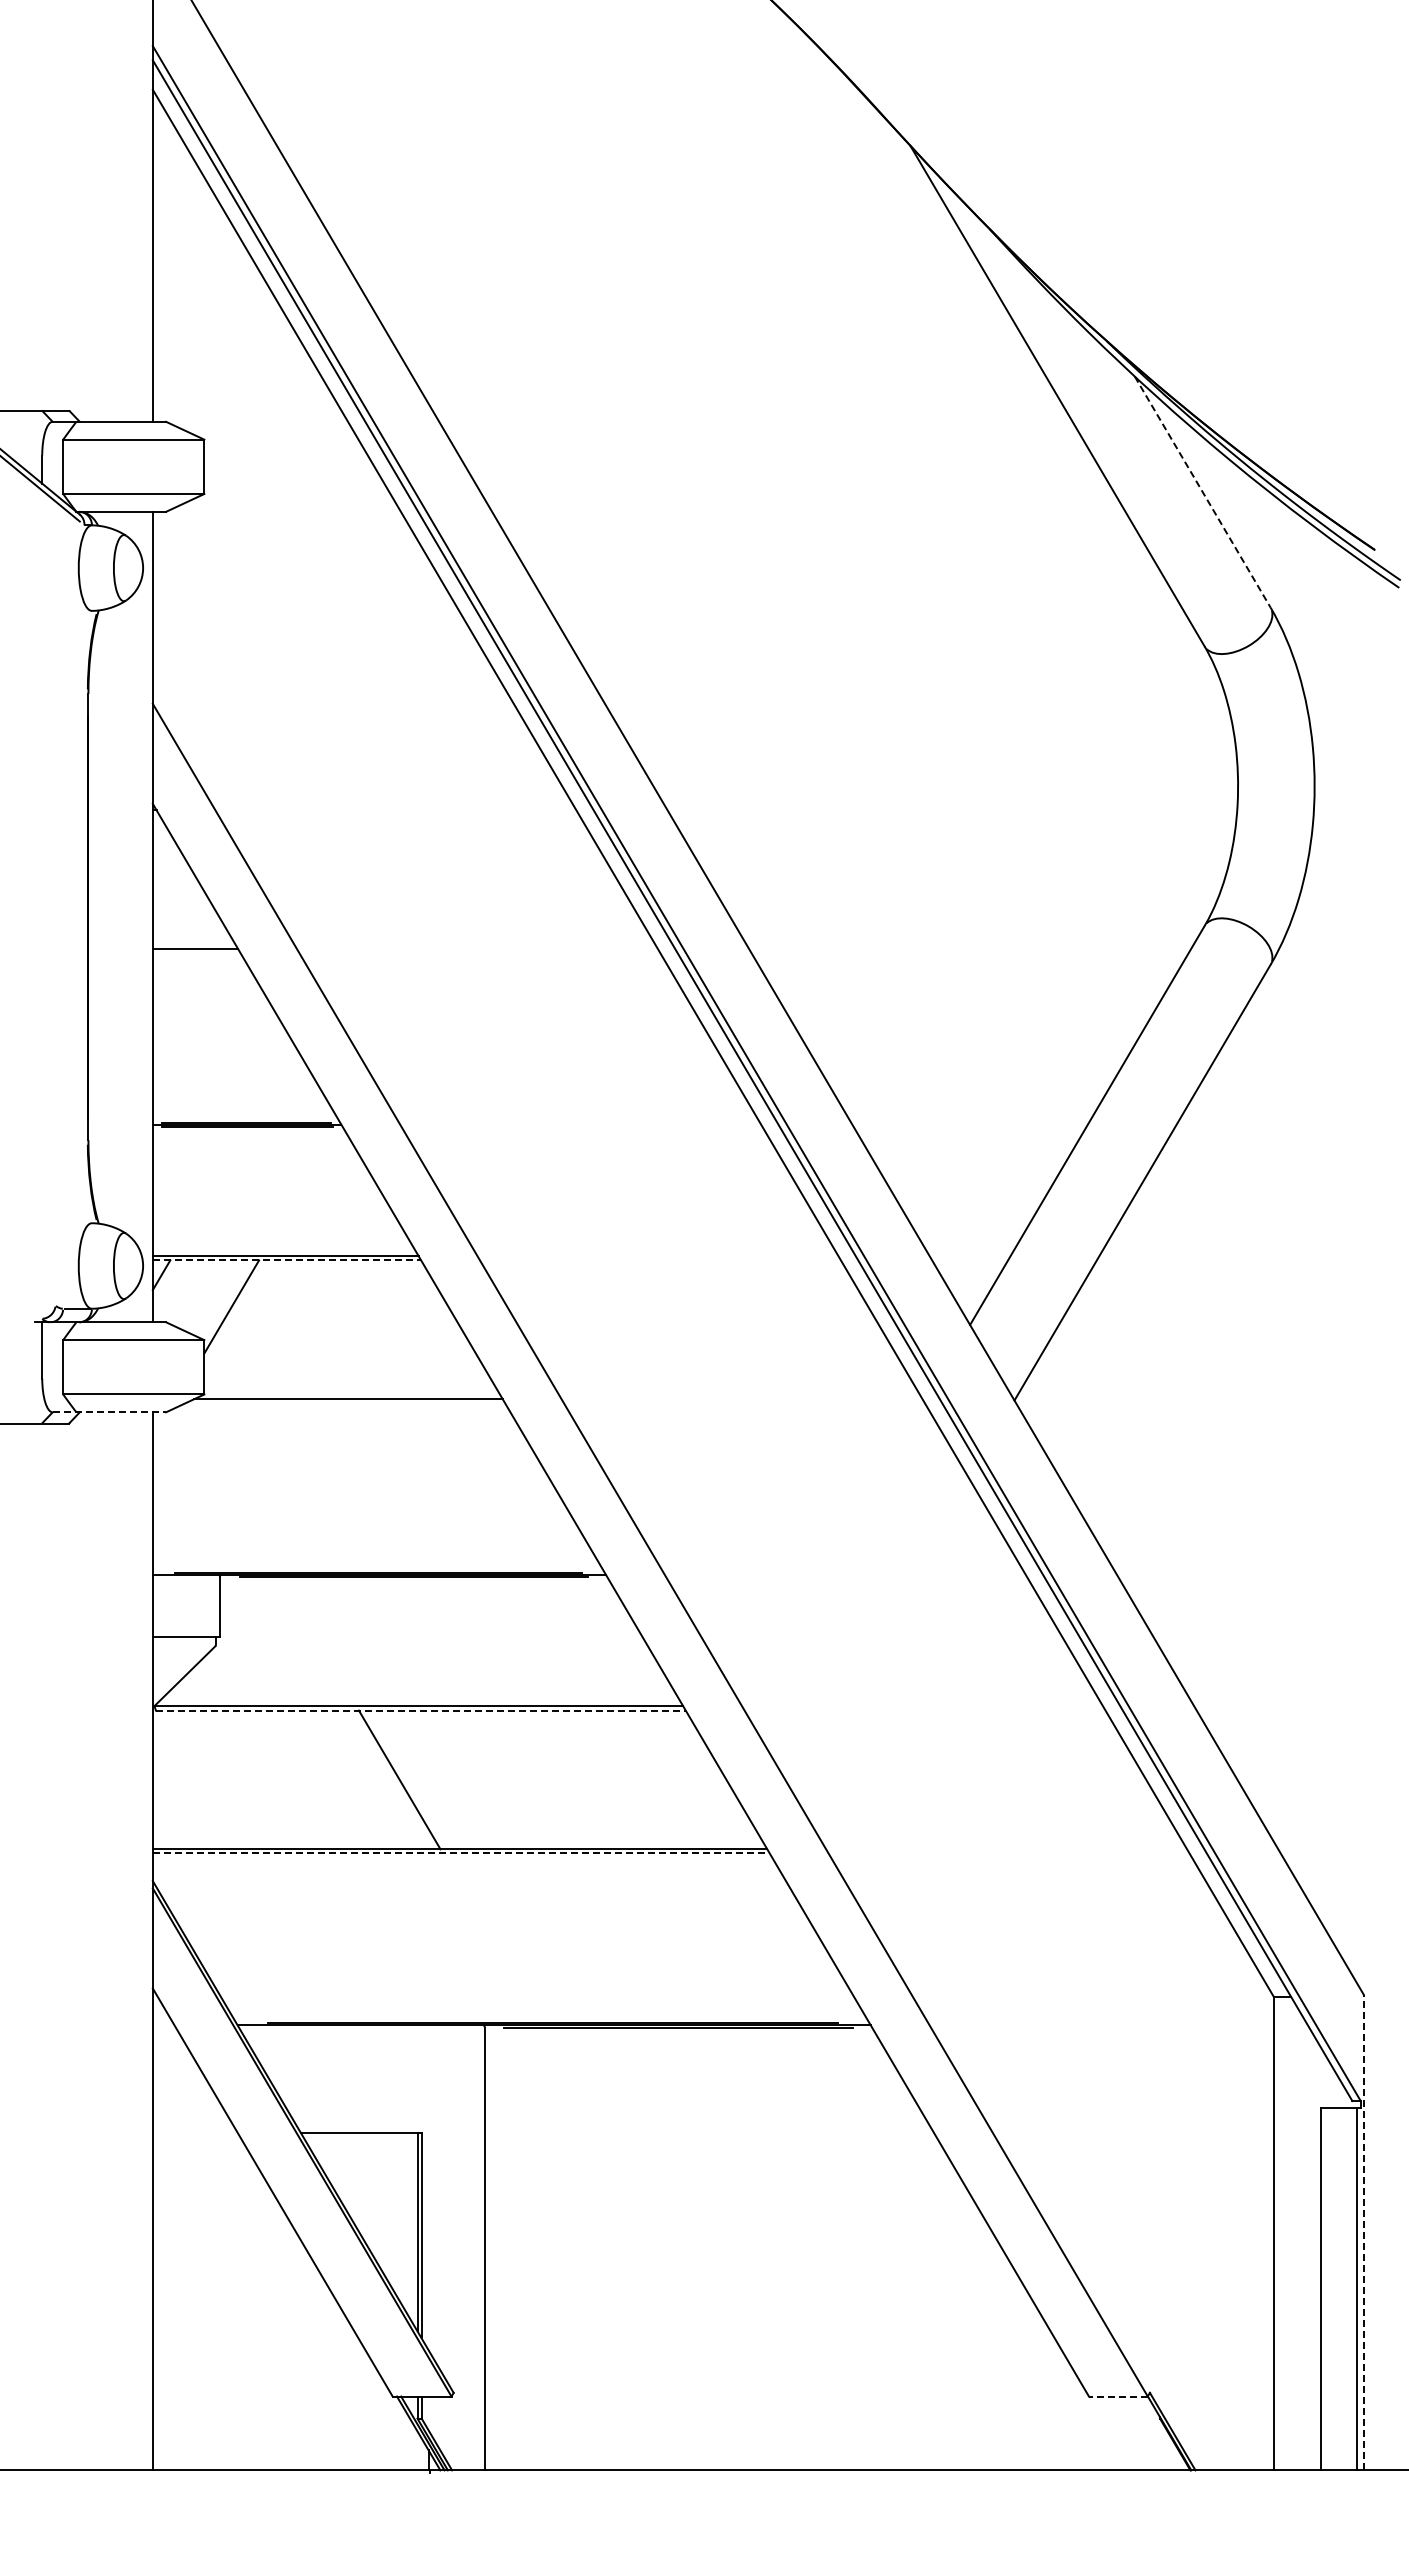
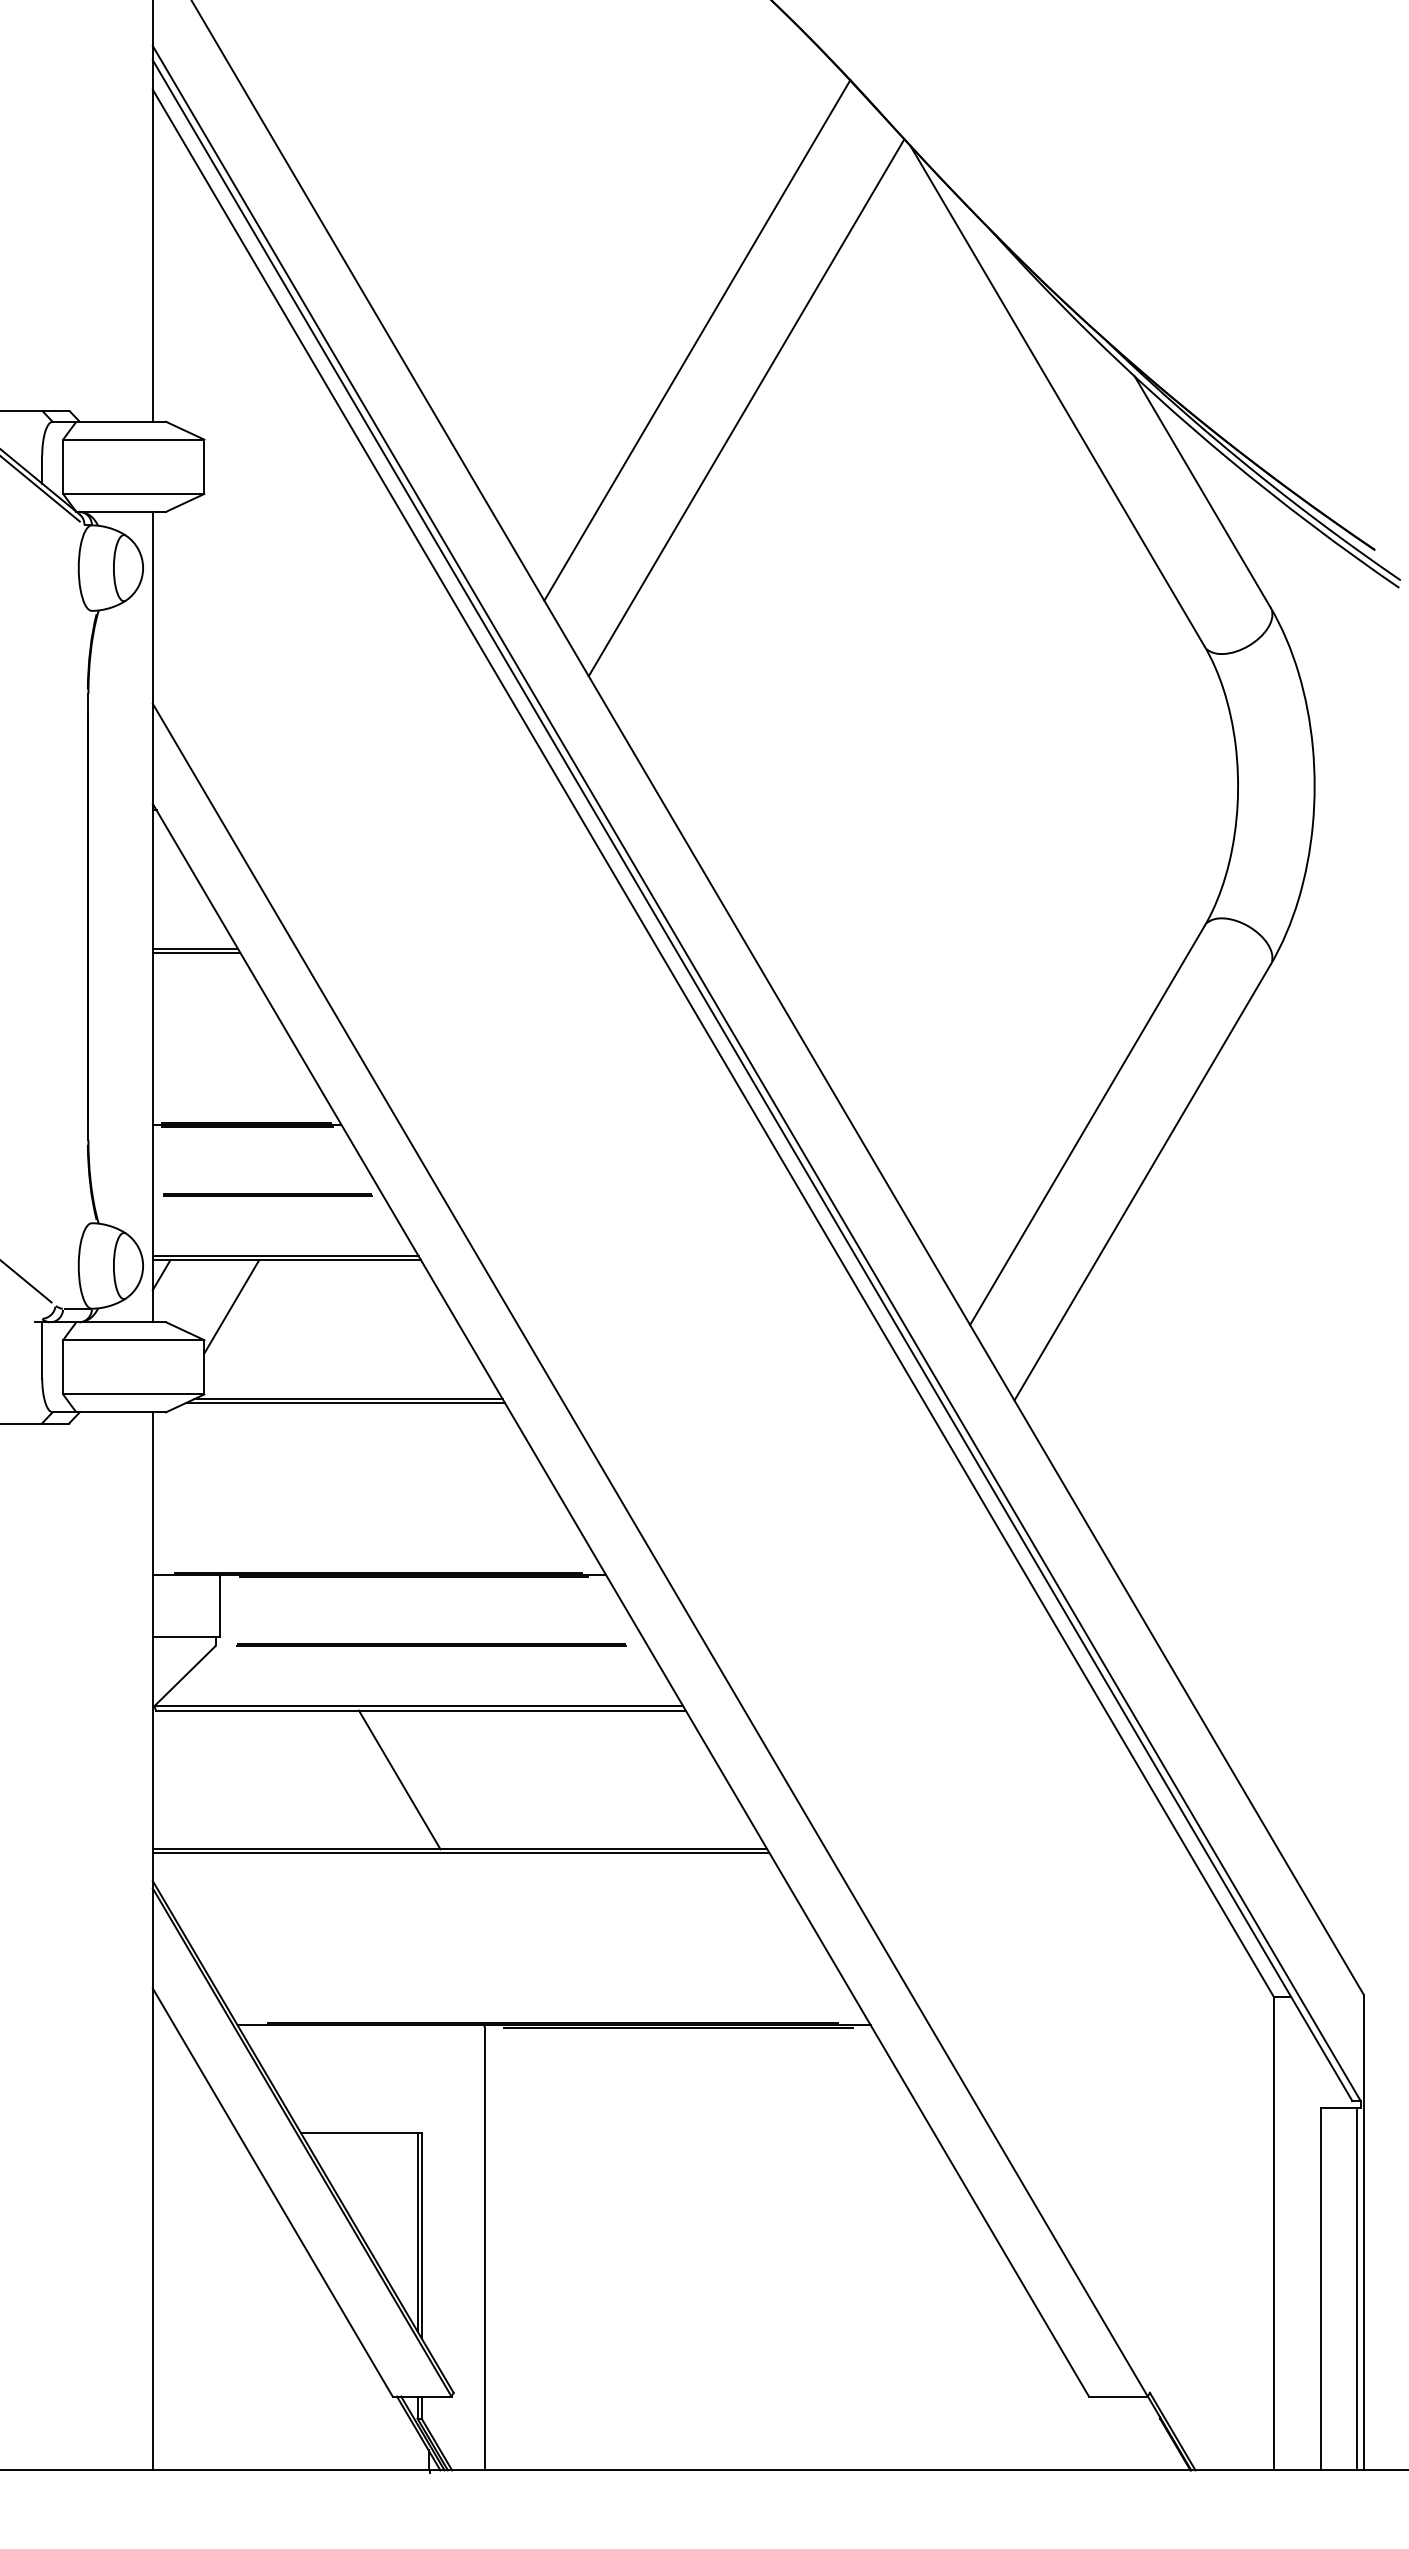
line at (697, 340): none -> present
line at (746, 407): none -> present
line at (1202, 492): dashed -> solid
line at (196, 952): none -> present
line at (267, 1194): none -> present
line at (287, 1260): dashed -> solid
line at (26, 1282): none -> present
line at (345, 1402): none -> present
line at (109, 1412): dashed -> solid
line at (431, 1644): none -> present
line at (420, 1710): dashed -> solid
line at (461, 1853): dashed -> solid
line at (1363, 2232): dashed -> solid
line at (1117, 2396): dashed -> solid
